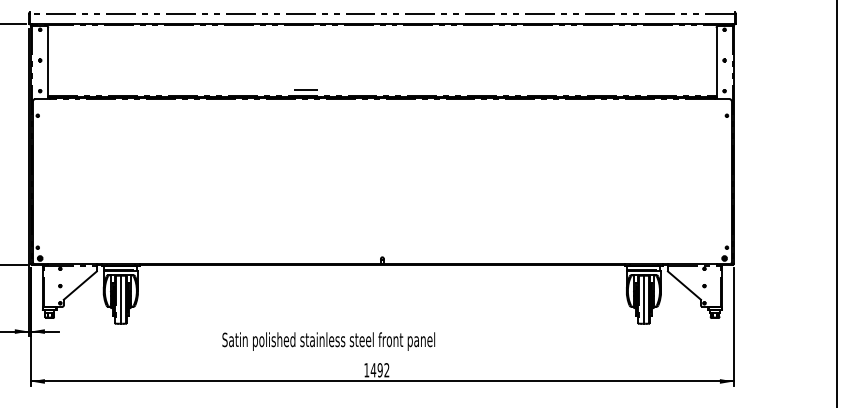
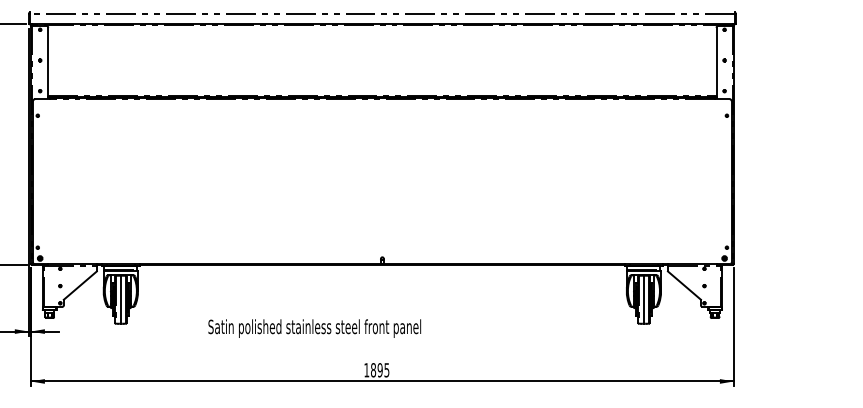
line at (305, 90): present -> none
line at (837, 203): present -> none
text at (328, 341) position: (328, 341) -> (314, 328)
text at (379, 370): 1492 -> 1895
